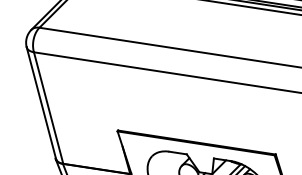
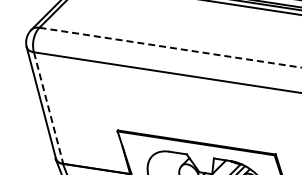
line at (170, 47): solid -> dashed
line at (48, 108): solid -> dashed
